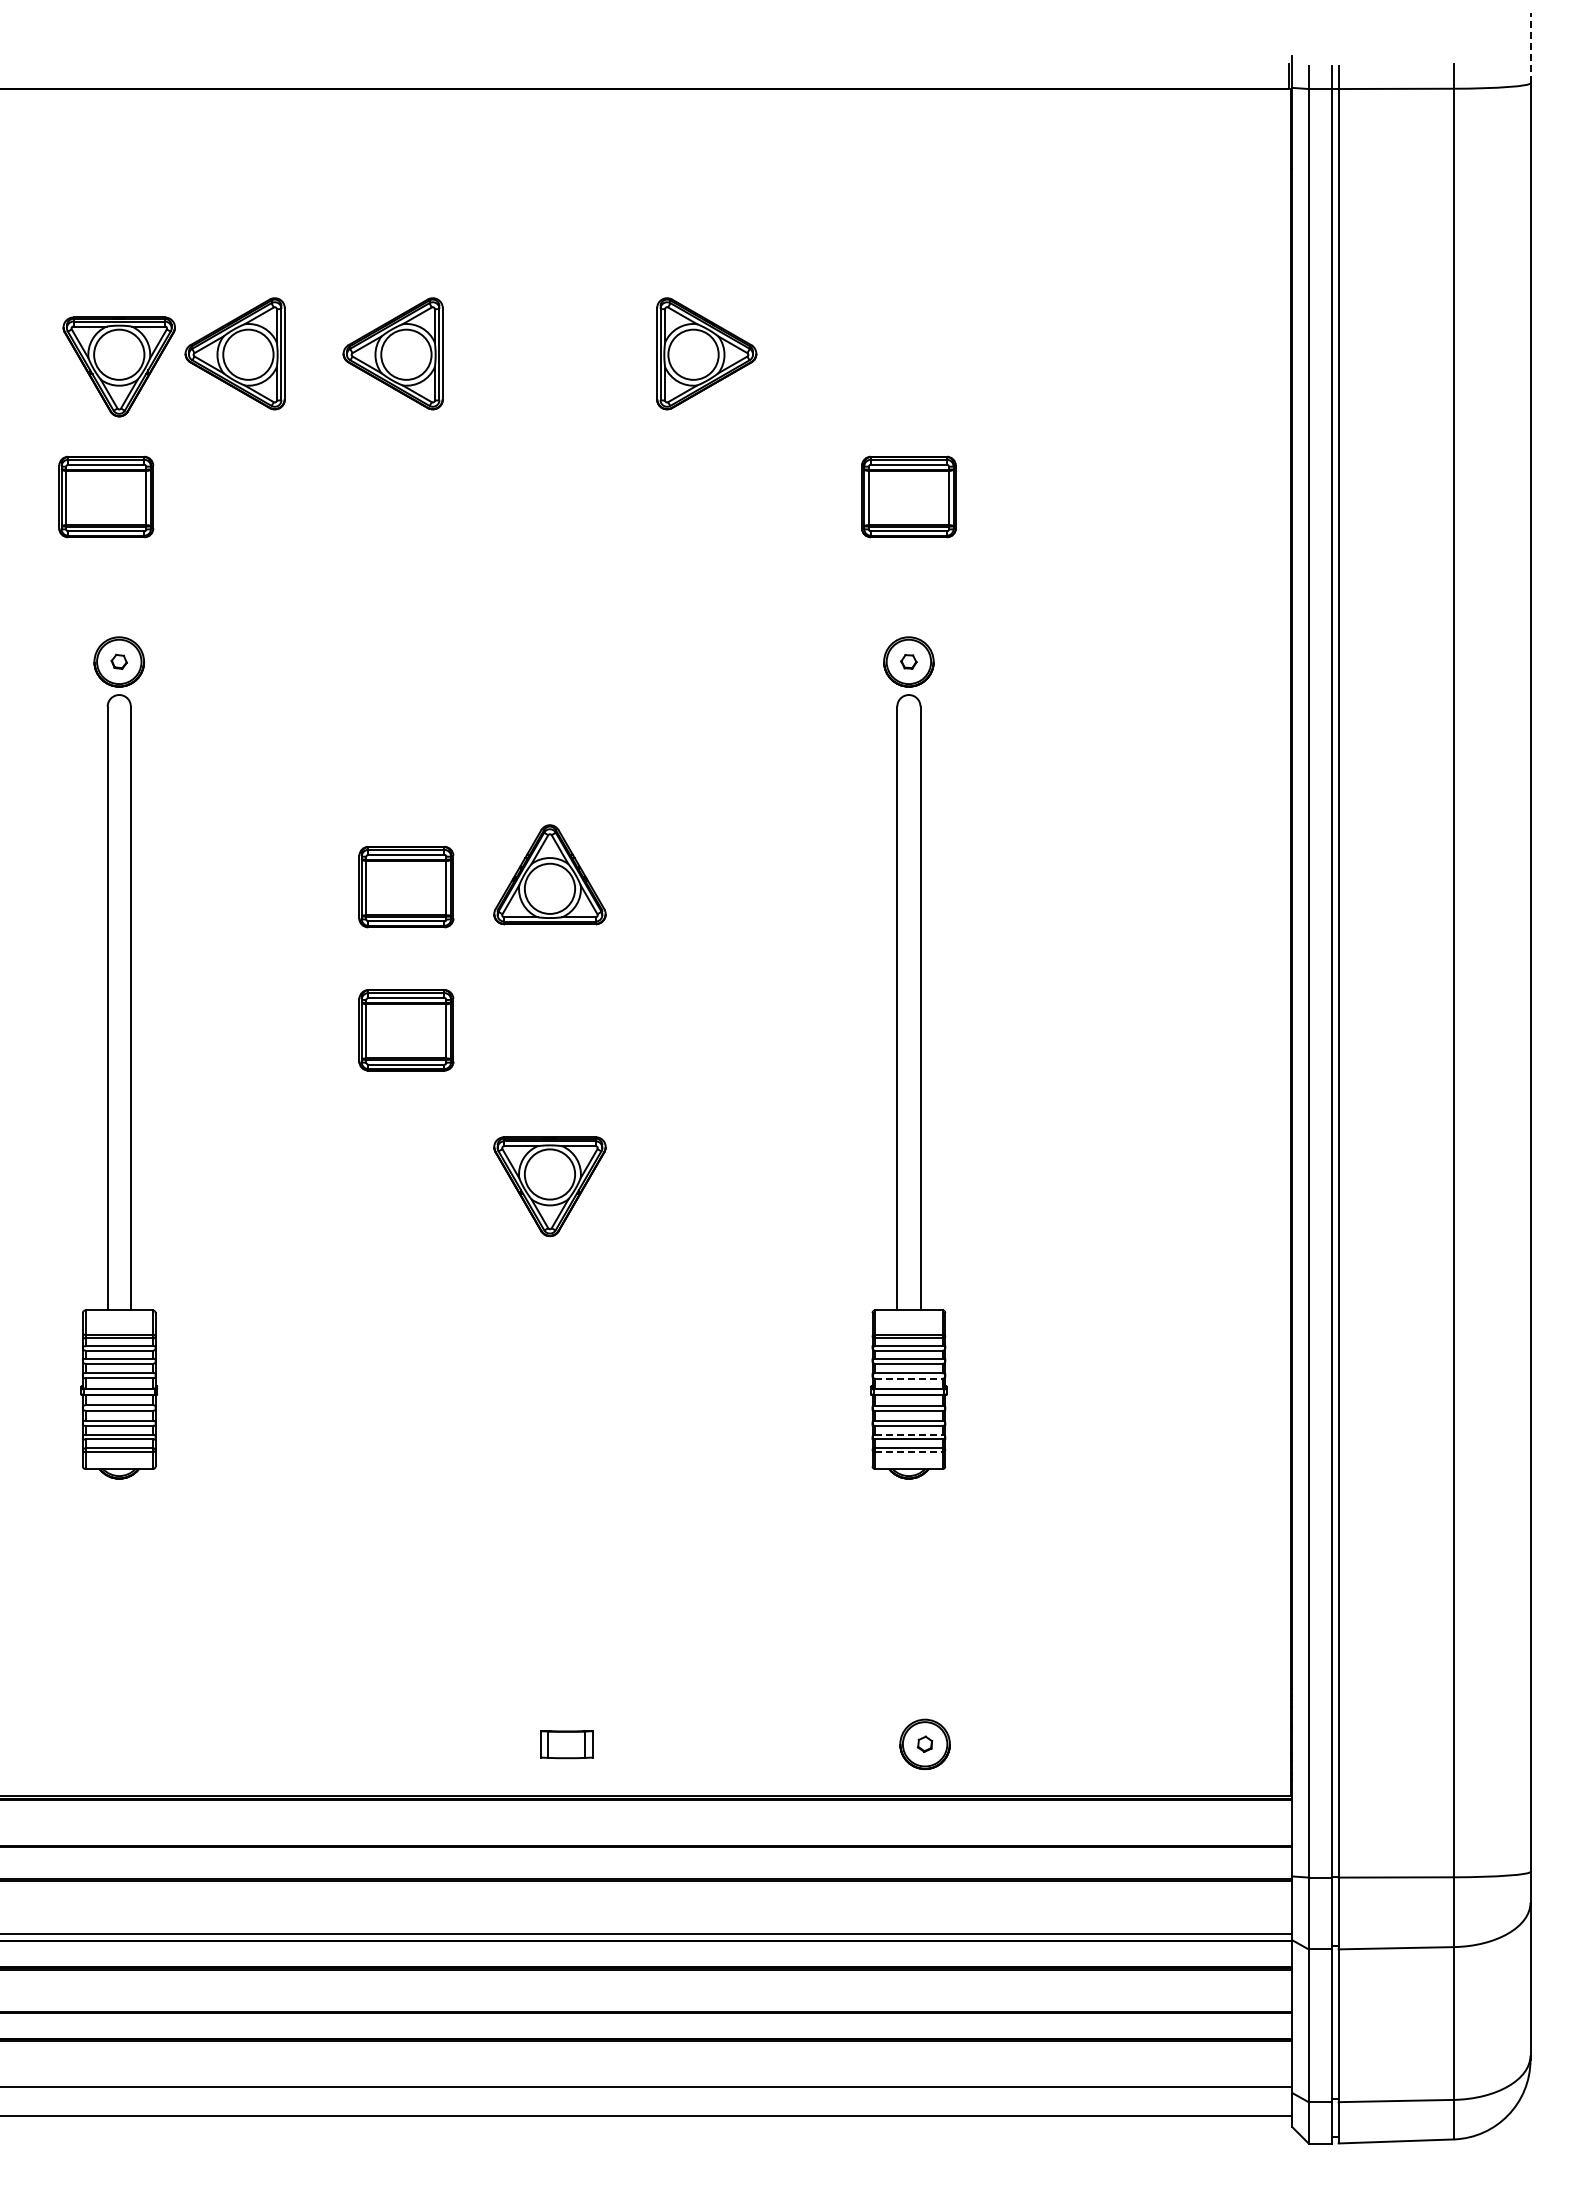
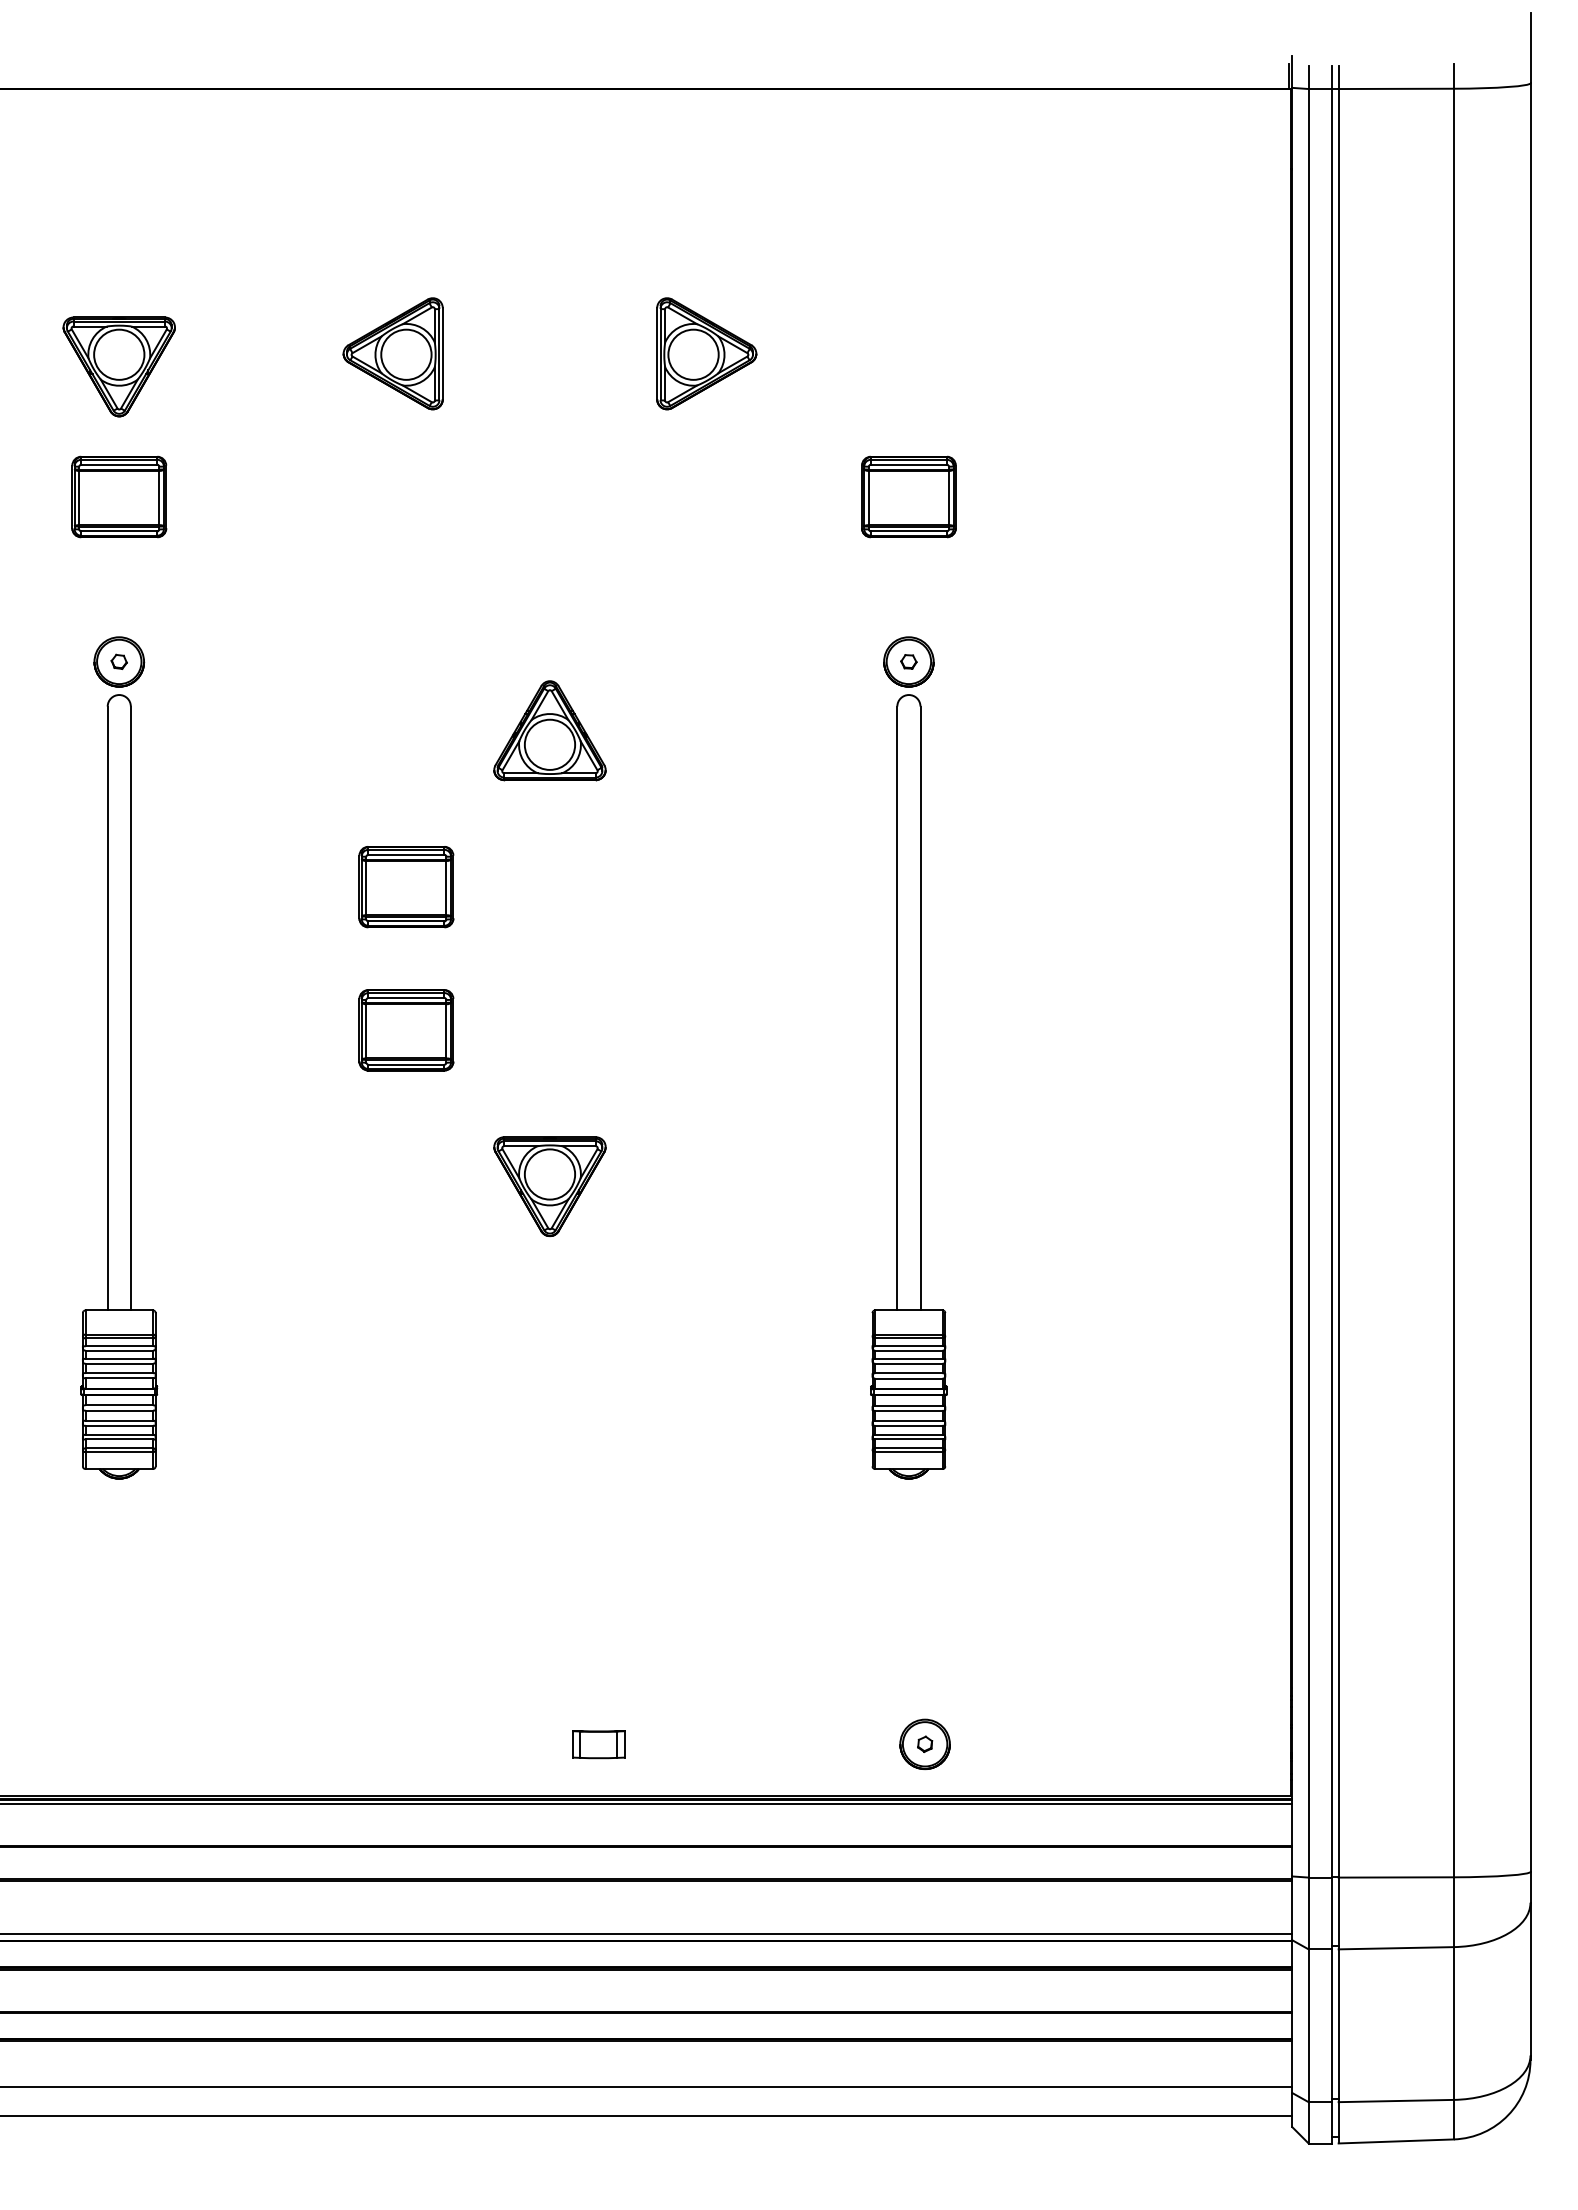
line at (1530, 47): dashed -> solid
part at (234, 353): present -> none
part at (106, 496) position: (106, 496) -> (119, 496)
part at (549, 874) position: (549, 874) -> (549, 730)
line at (908, 1378): dashed -> solid
line at (908, 1434): dashed -> solid
line at (908, 1452): dashed -> solid
part at (566, 1744) position: (566, 1744) -> (598, 1744)
line at (647, 1803): none -> present
